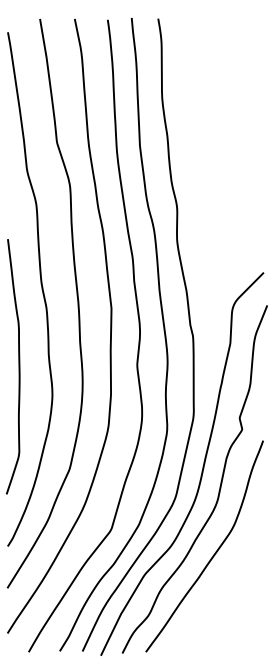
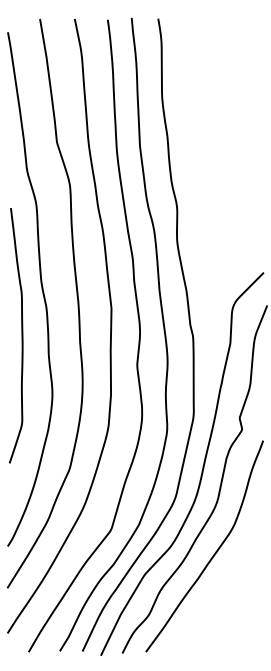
curve at (18, 366) position: (18, 366) -> (21, 335)
